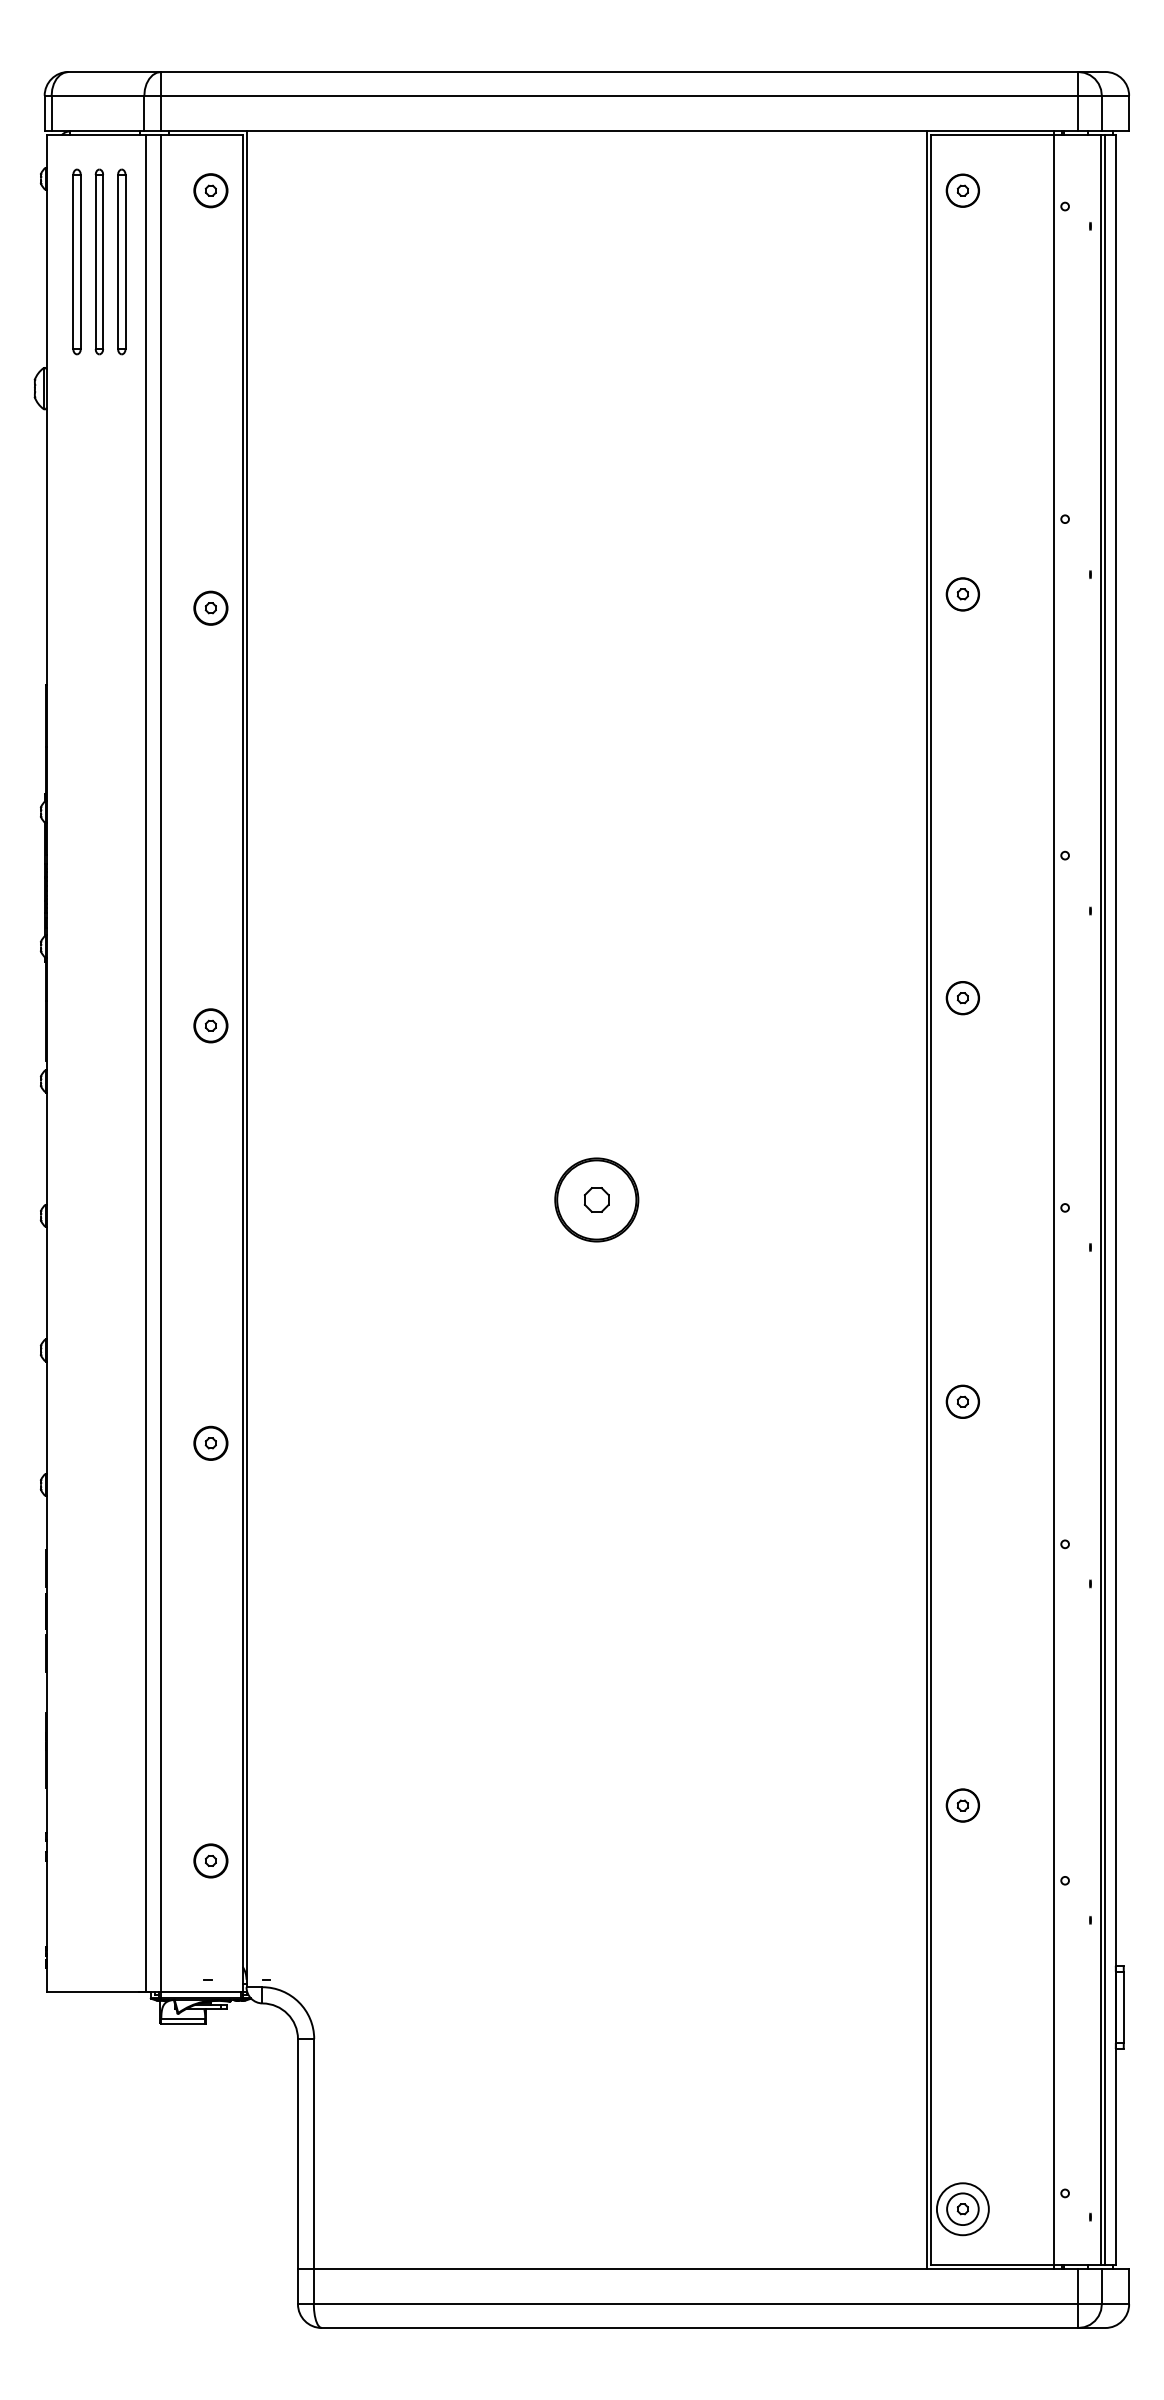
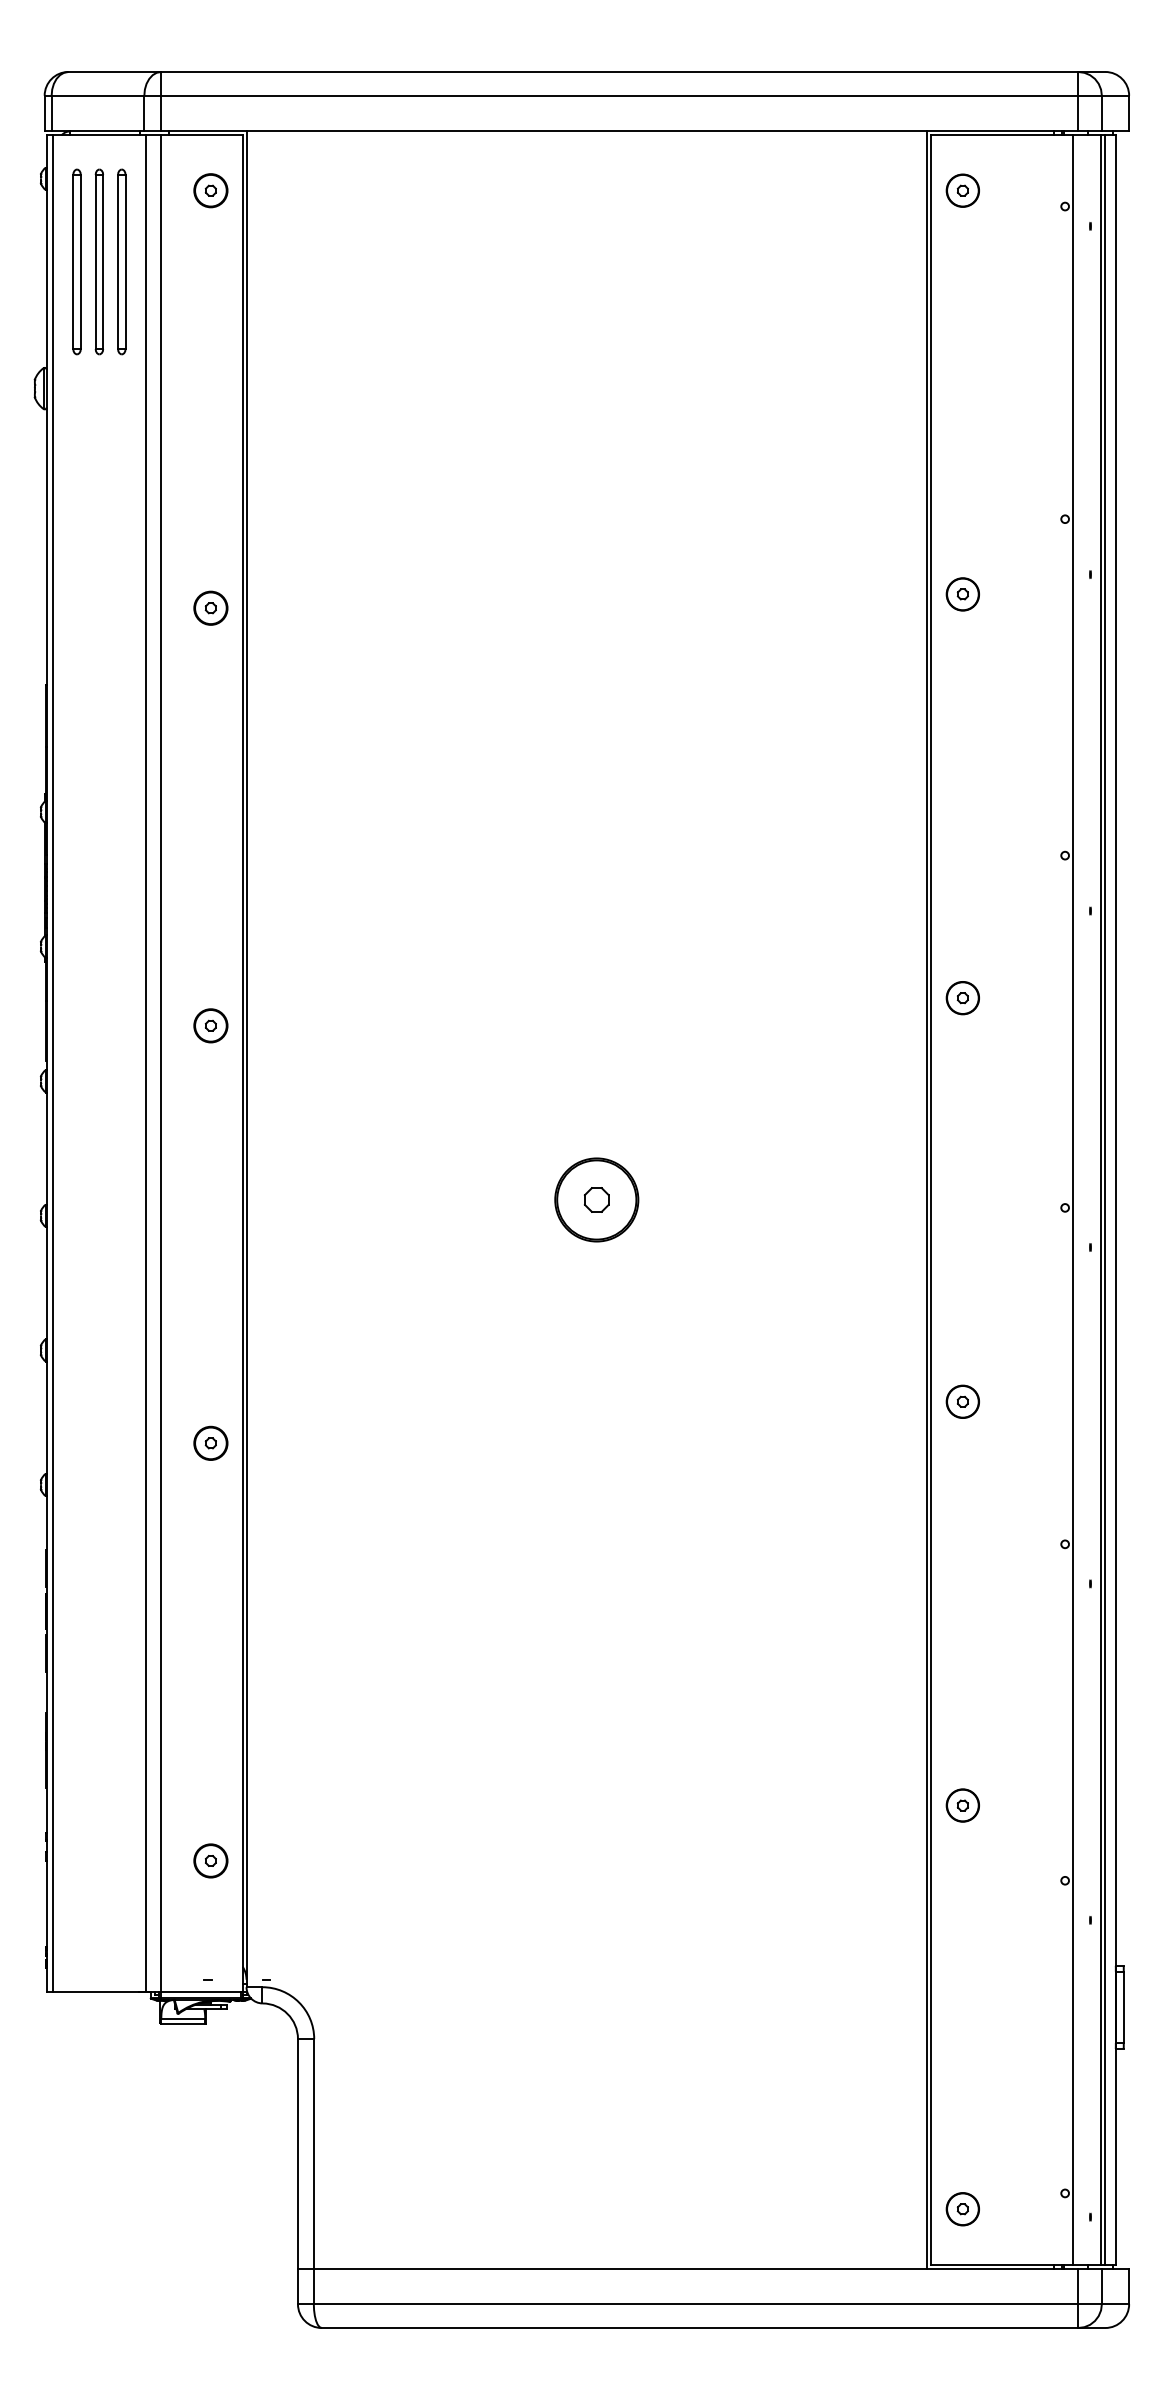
line at (53, 1063): none -> present
line at (1054, 1199) position: (1054, 1199) -> (1073, 1199)
circle at (962, 2209) diameter: 52 px -> 32 px
